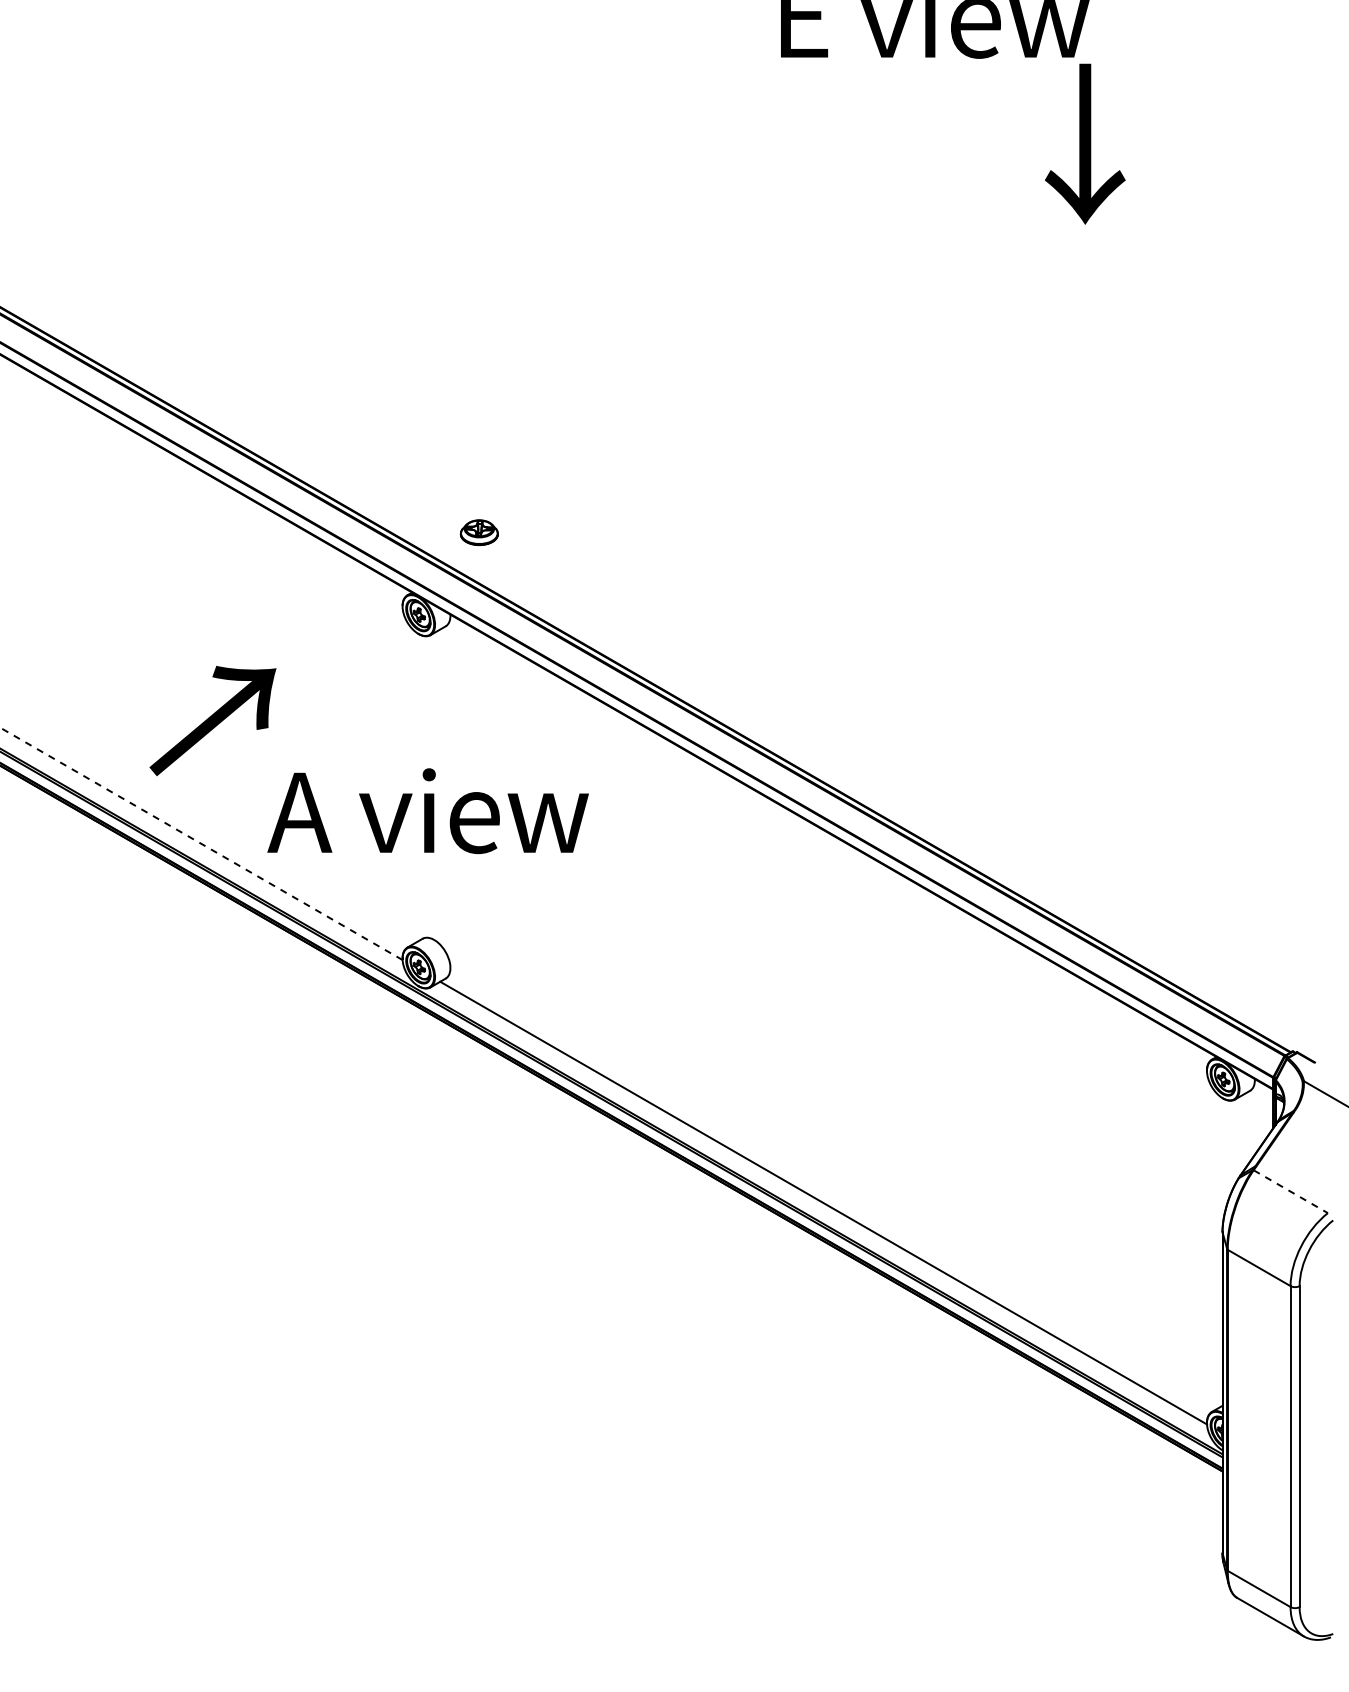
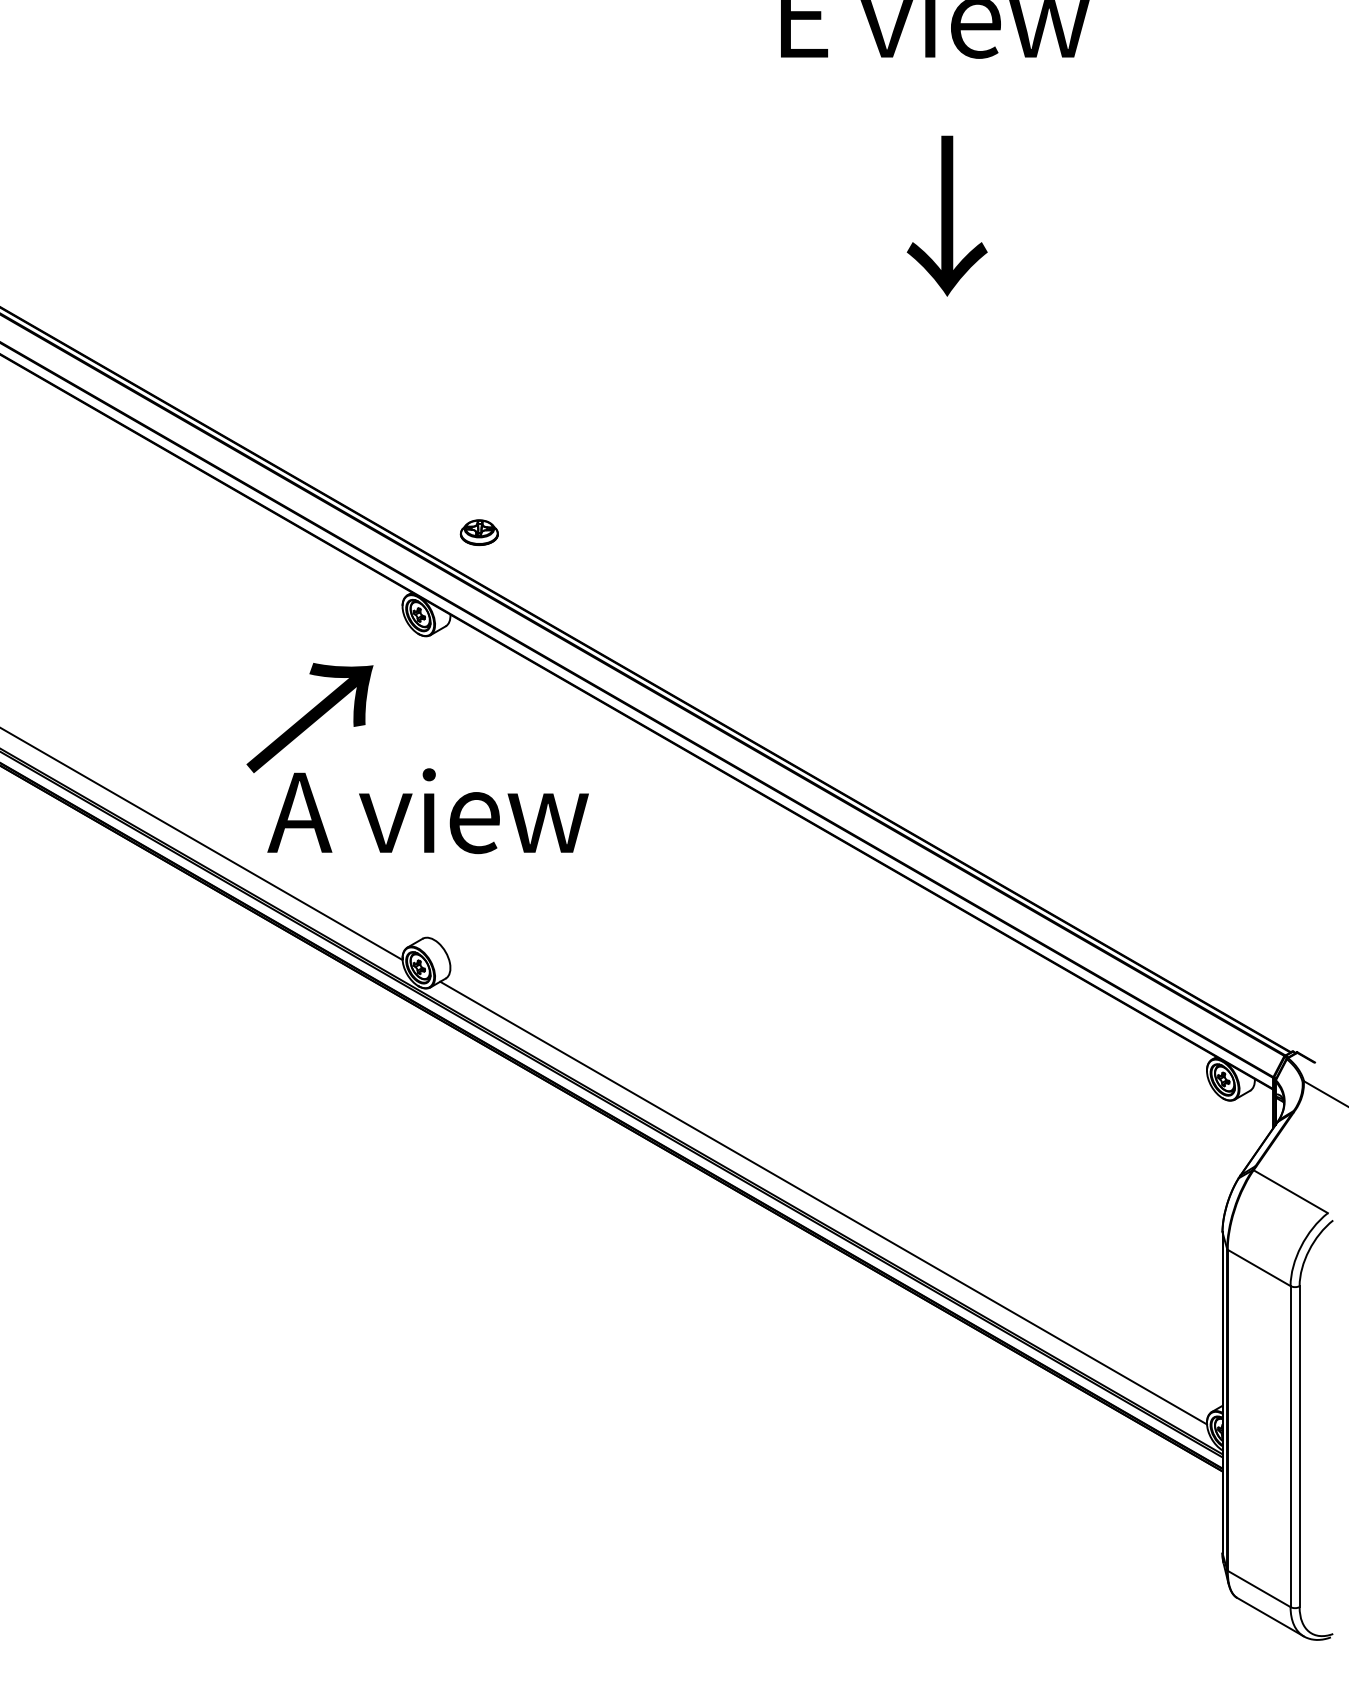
text at (1084, 143) position: (1084, 143) -> (946, 215)
text at (212, 720) position: (212, 720) -> (309, 717)
line at (200, 843): dashed -> solid
line at (1290, 1191): dashed -> solid
